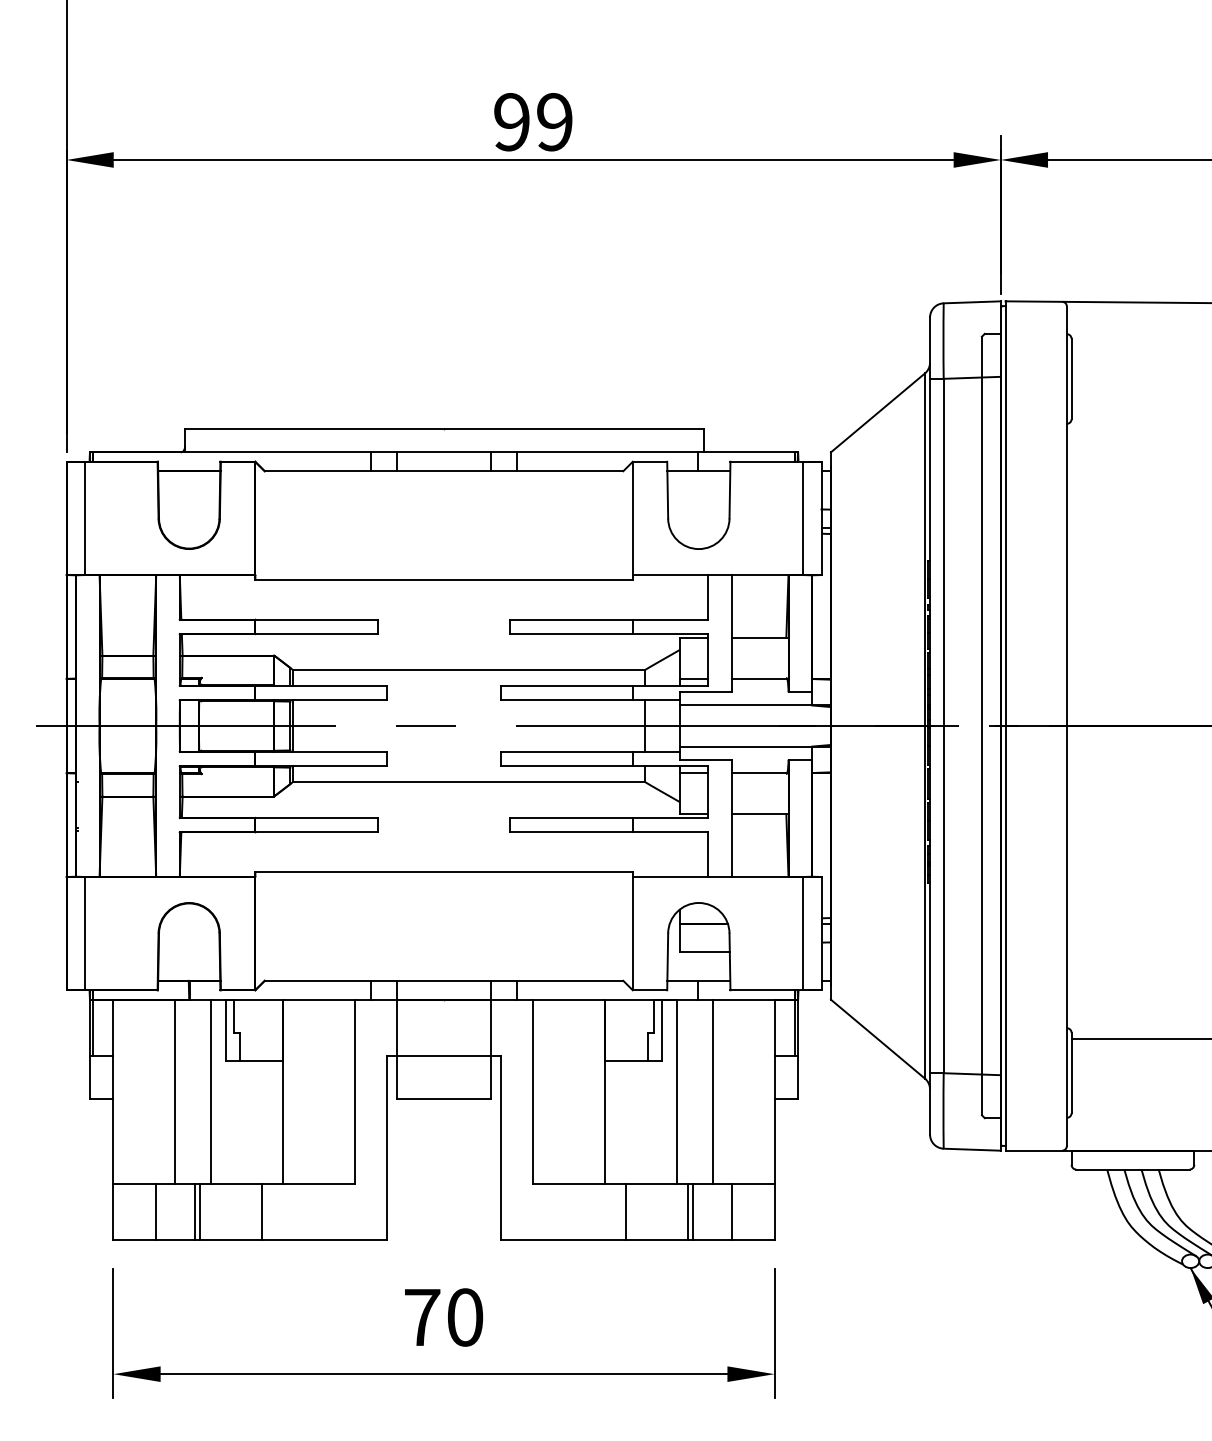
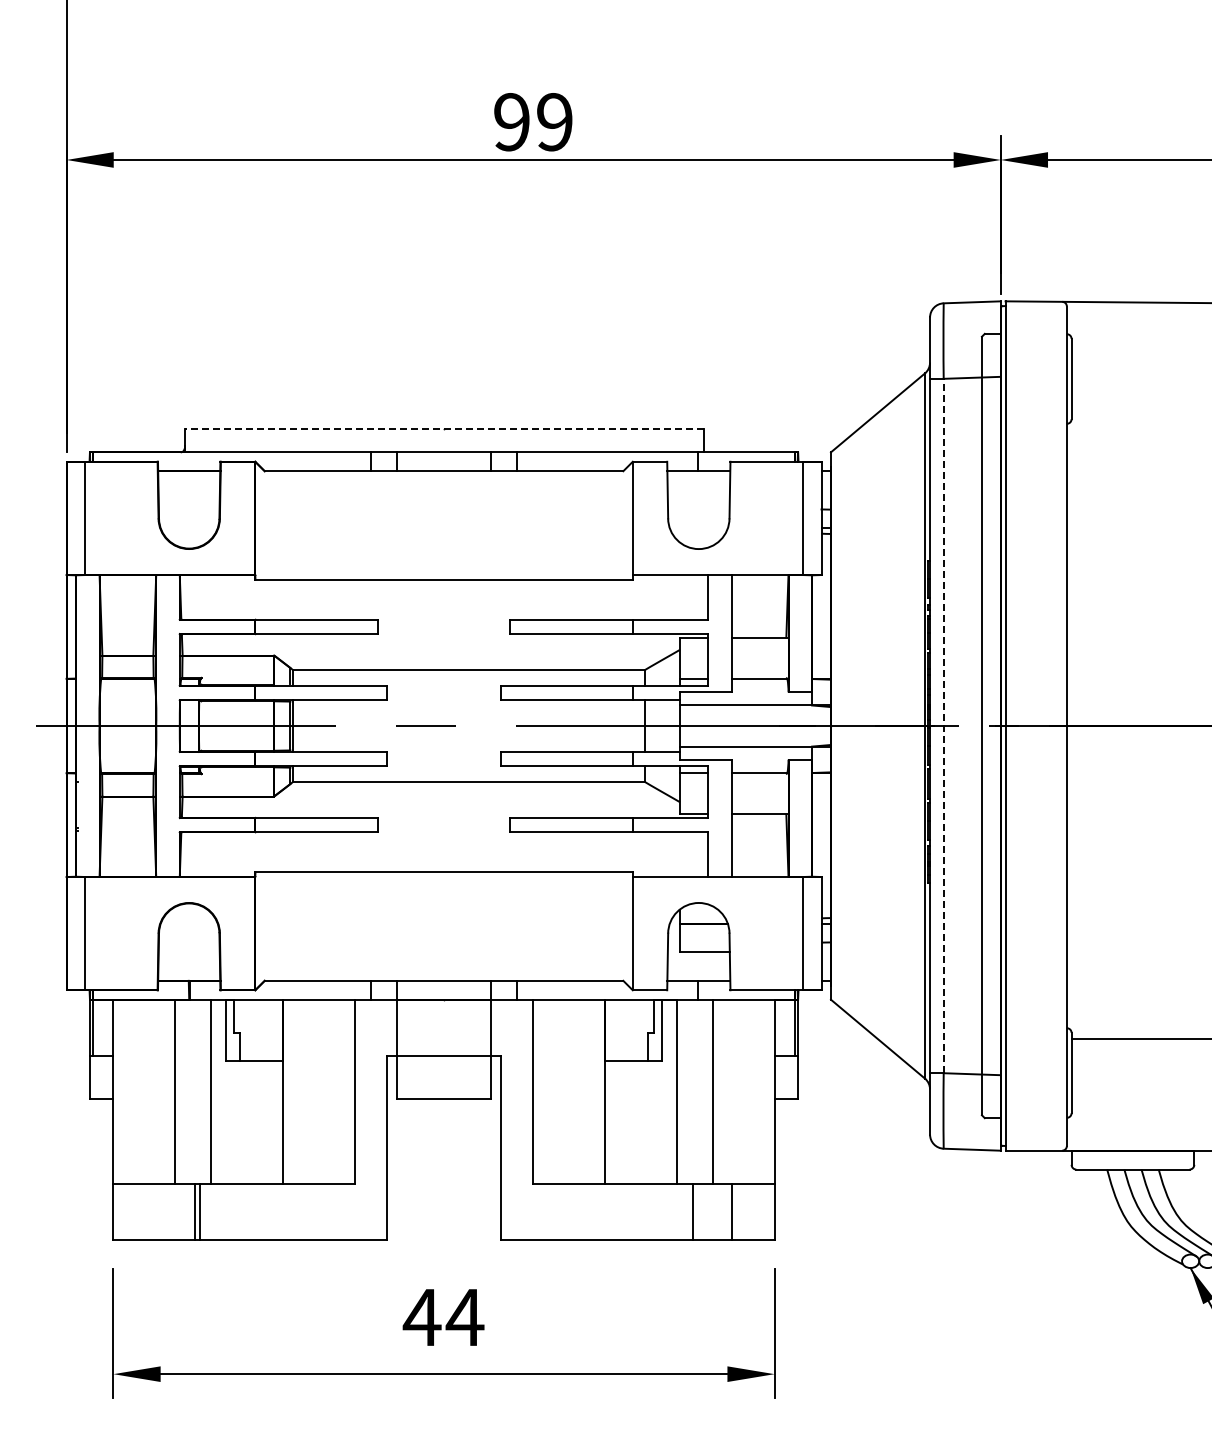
line at (444, 428): solid -> dashed
line at (943, 725): solid -> dashed
line at (156, 1211): present -> none
line at (261, 1211): present -> none
line at (626, 1211): present -> none
line at (688, 1211): present -> none
text at (443, 1317): 70 -> 44
